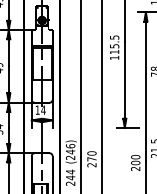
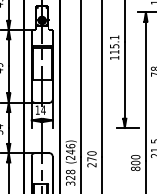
text at (114, 37): 115.5 -> 115.1
text at (135, 168): 200 -> 800
text at (70, 177): 244 -> 328
